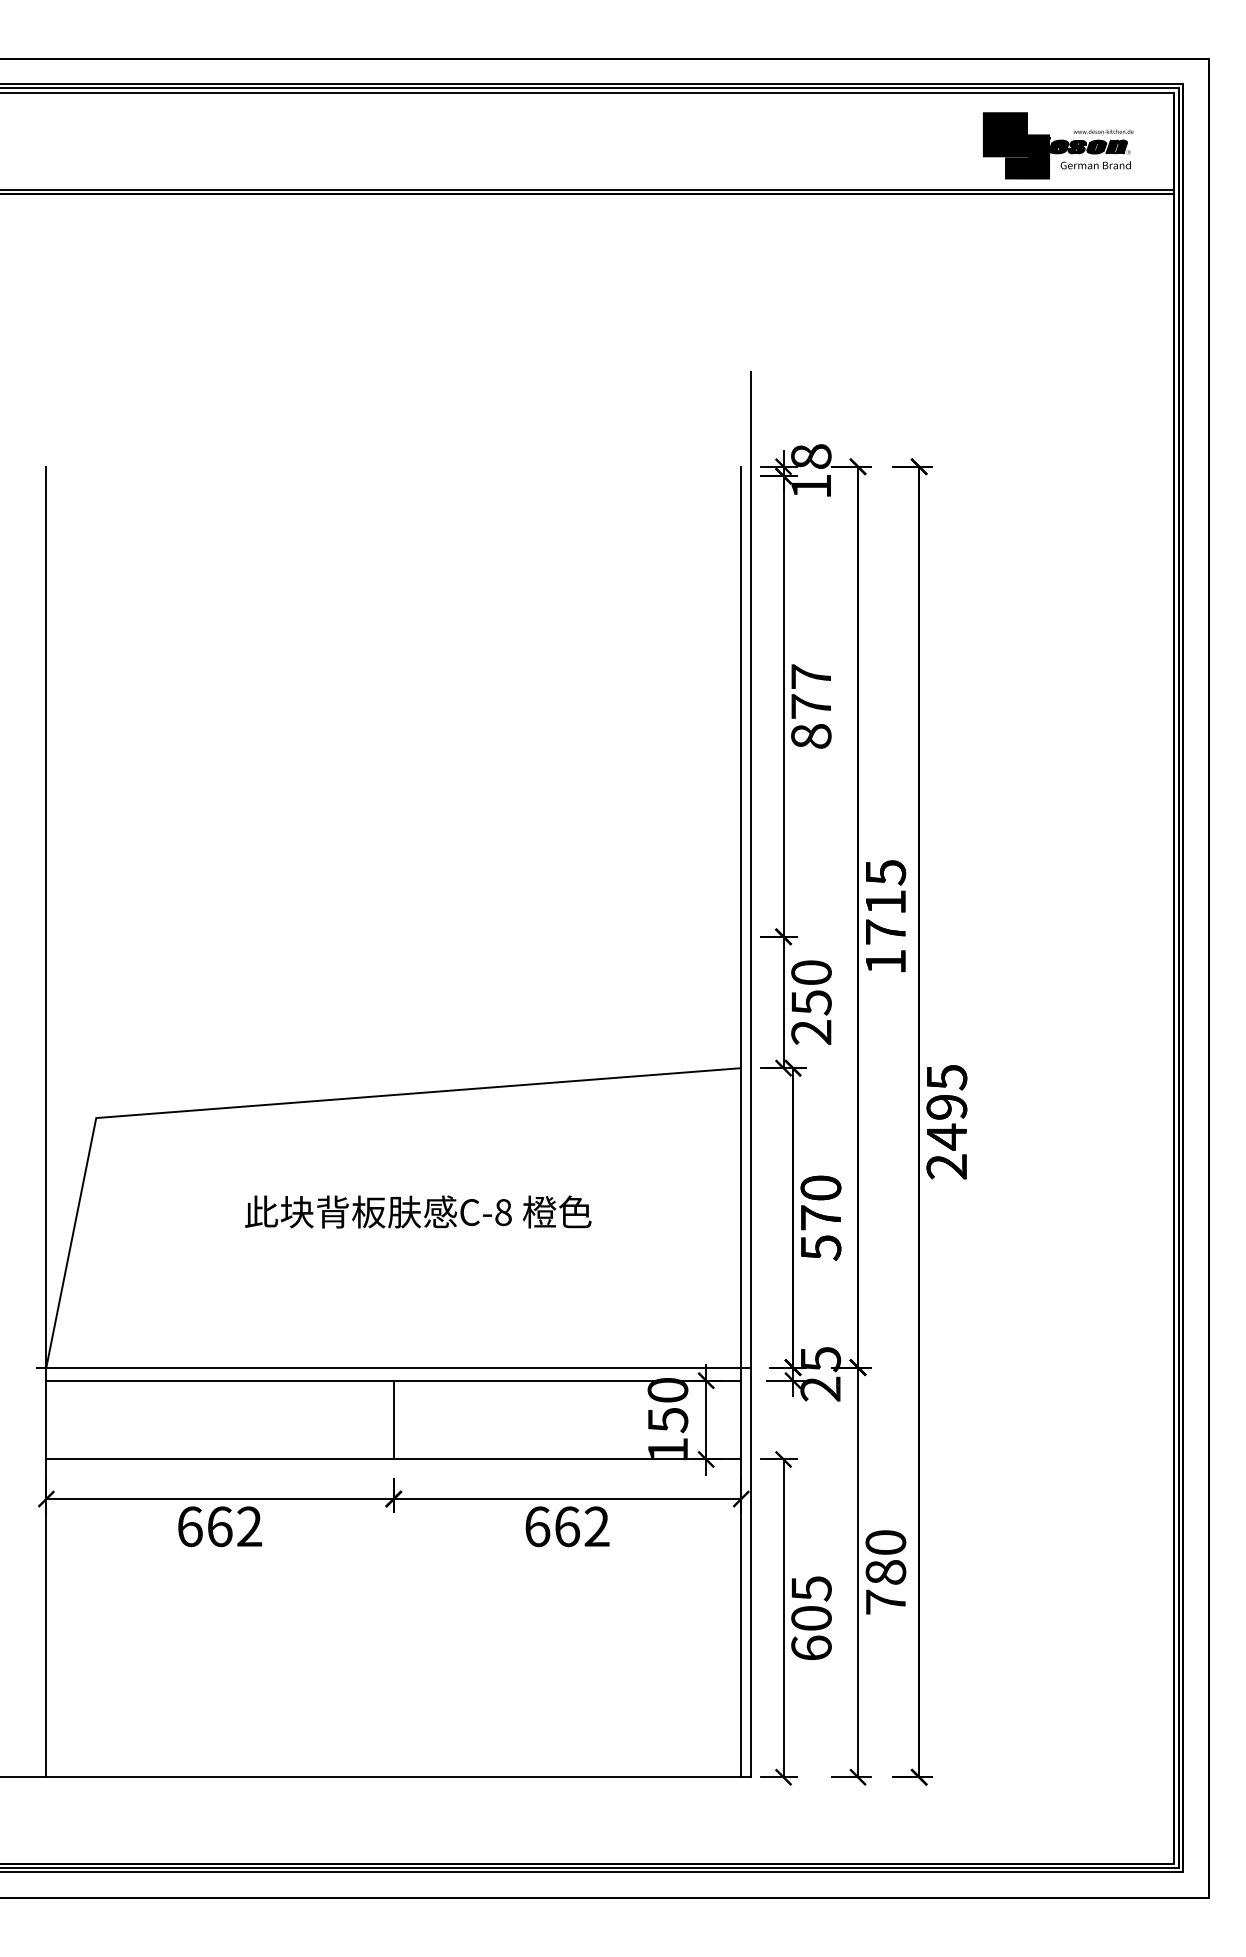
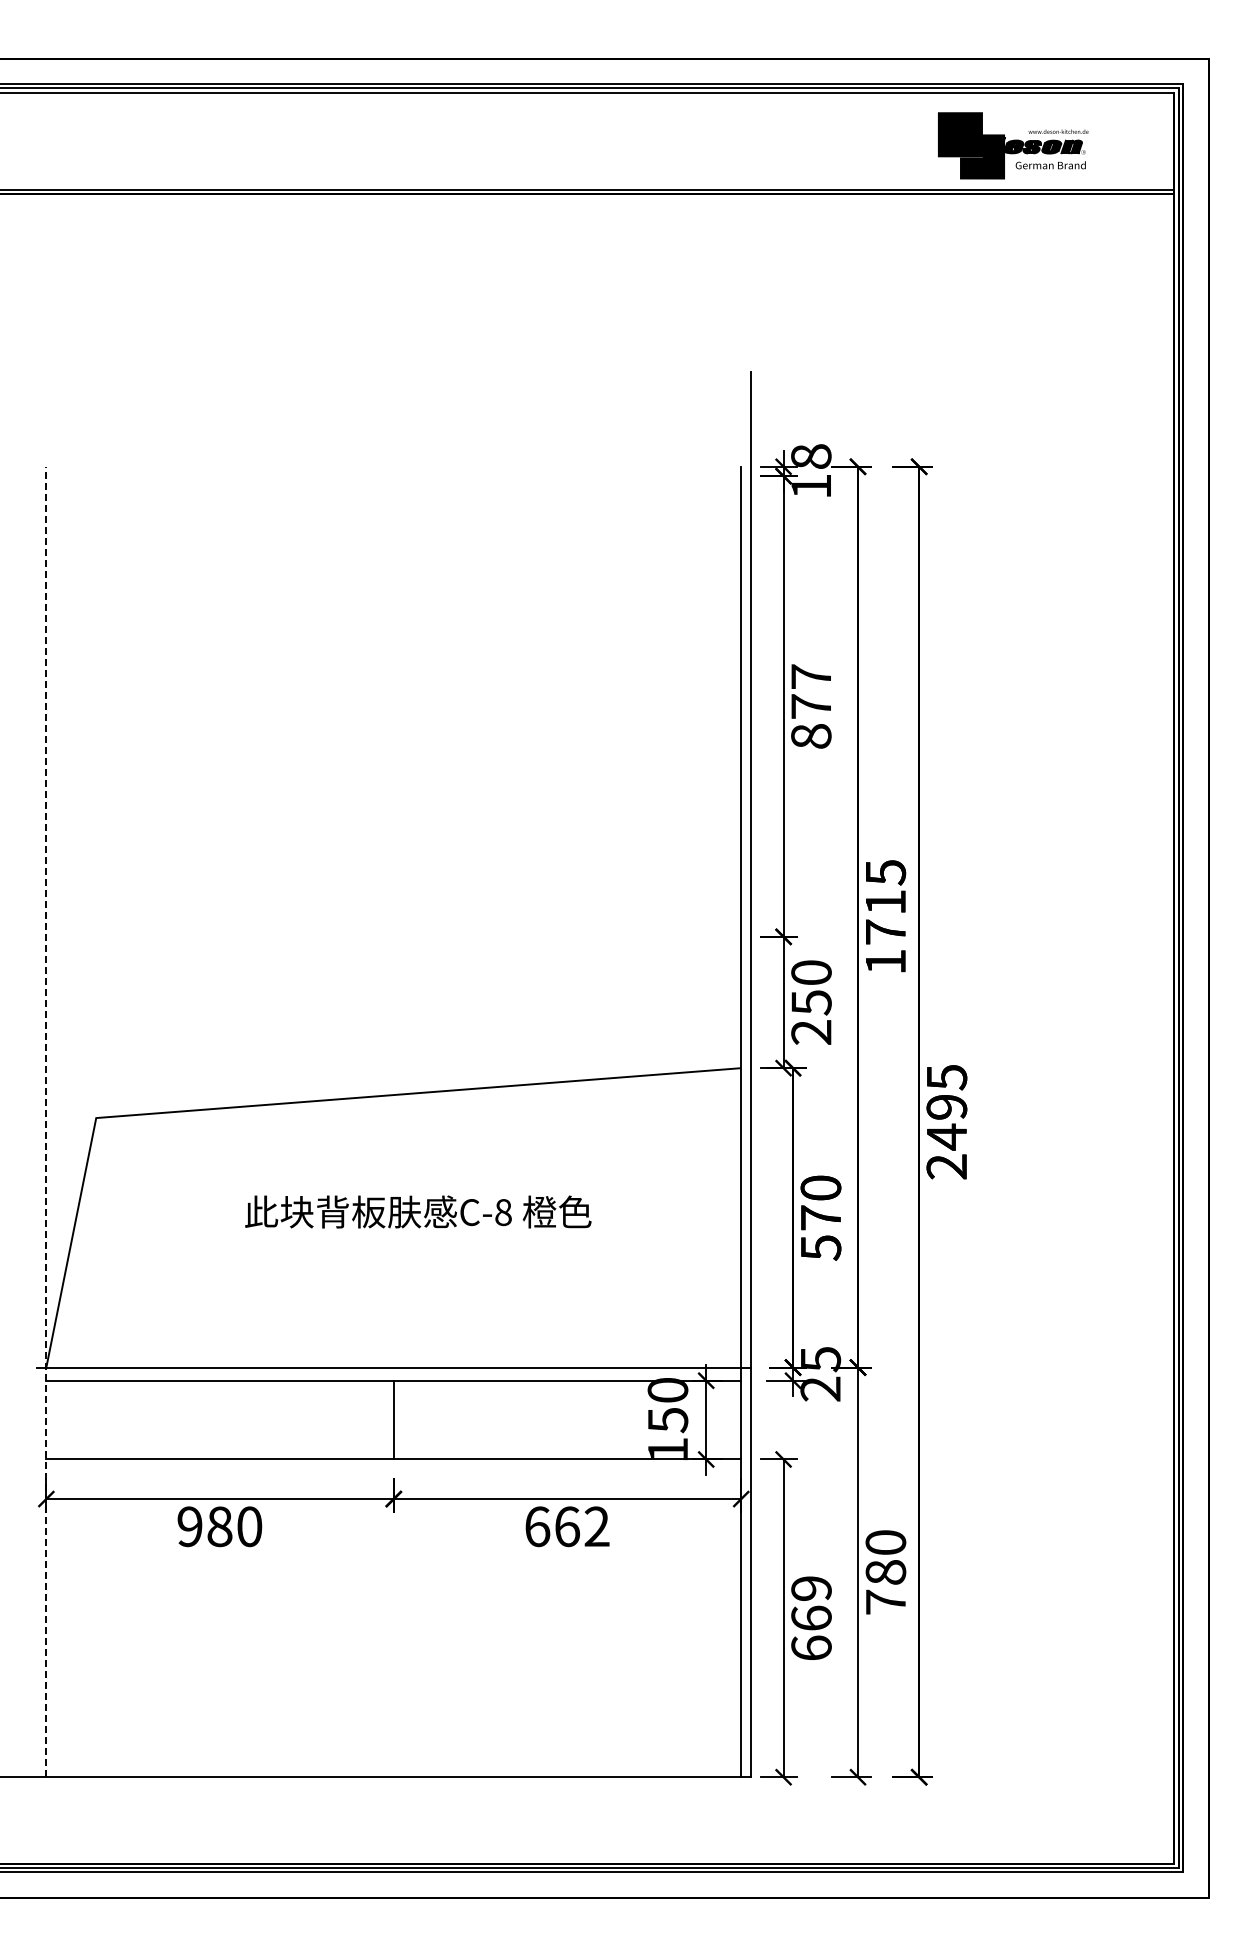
part at (1058, 145) position: (1058, 145) -> (1013, 145)
line at (46, 1121): solid -> dashed
text at (219, 1526): 662 -> 980
text at (811, 1603): 605 -> 669
